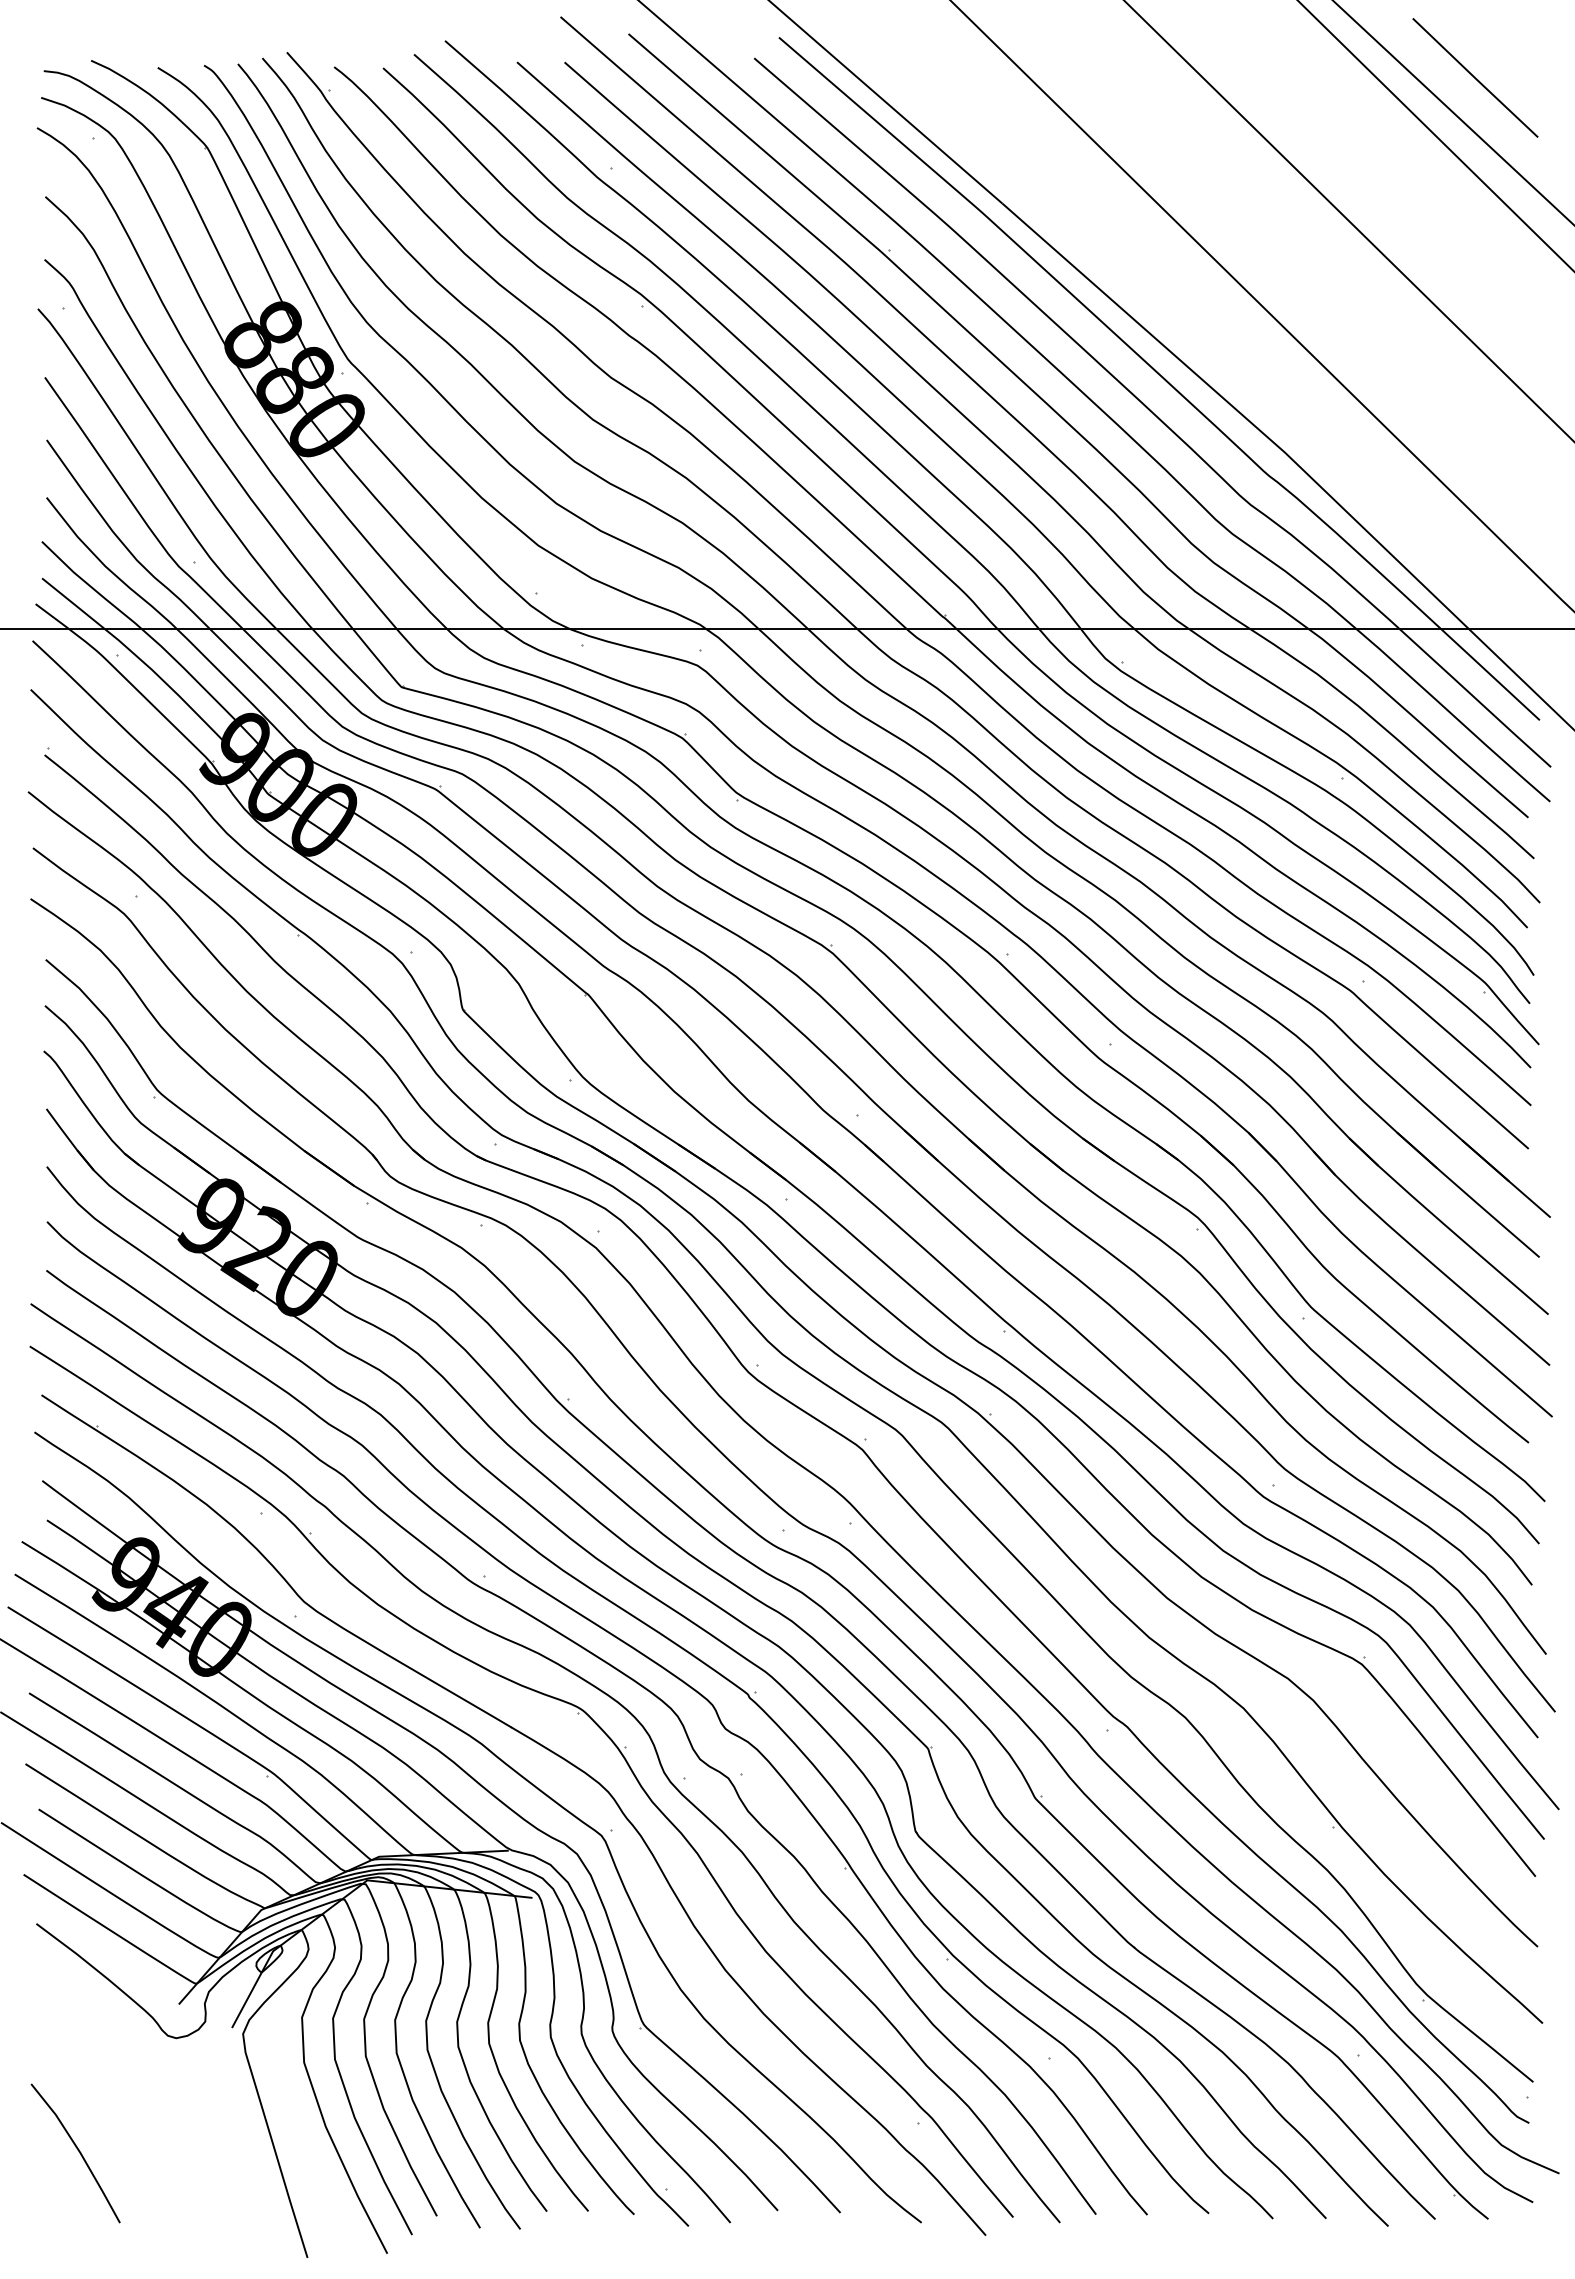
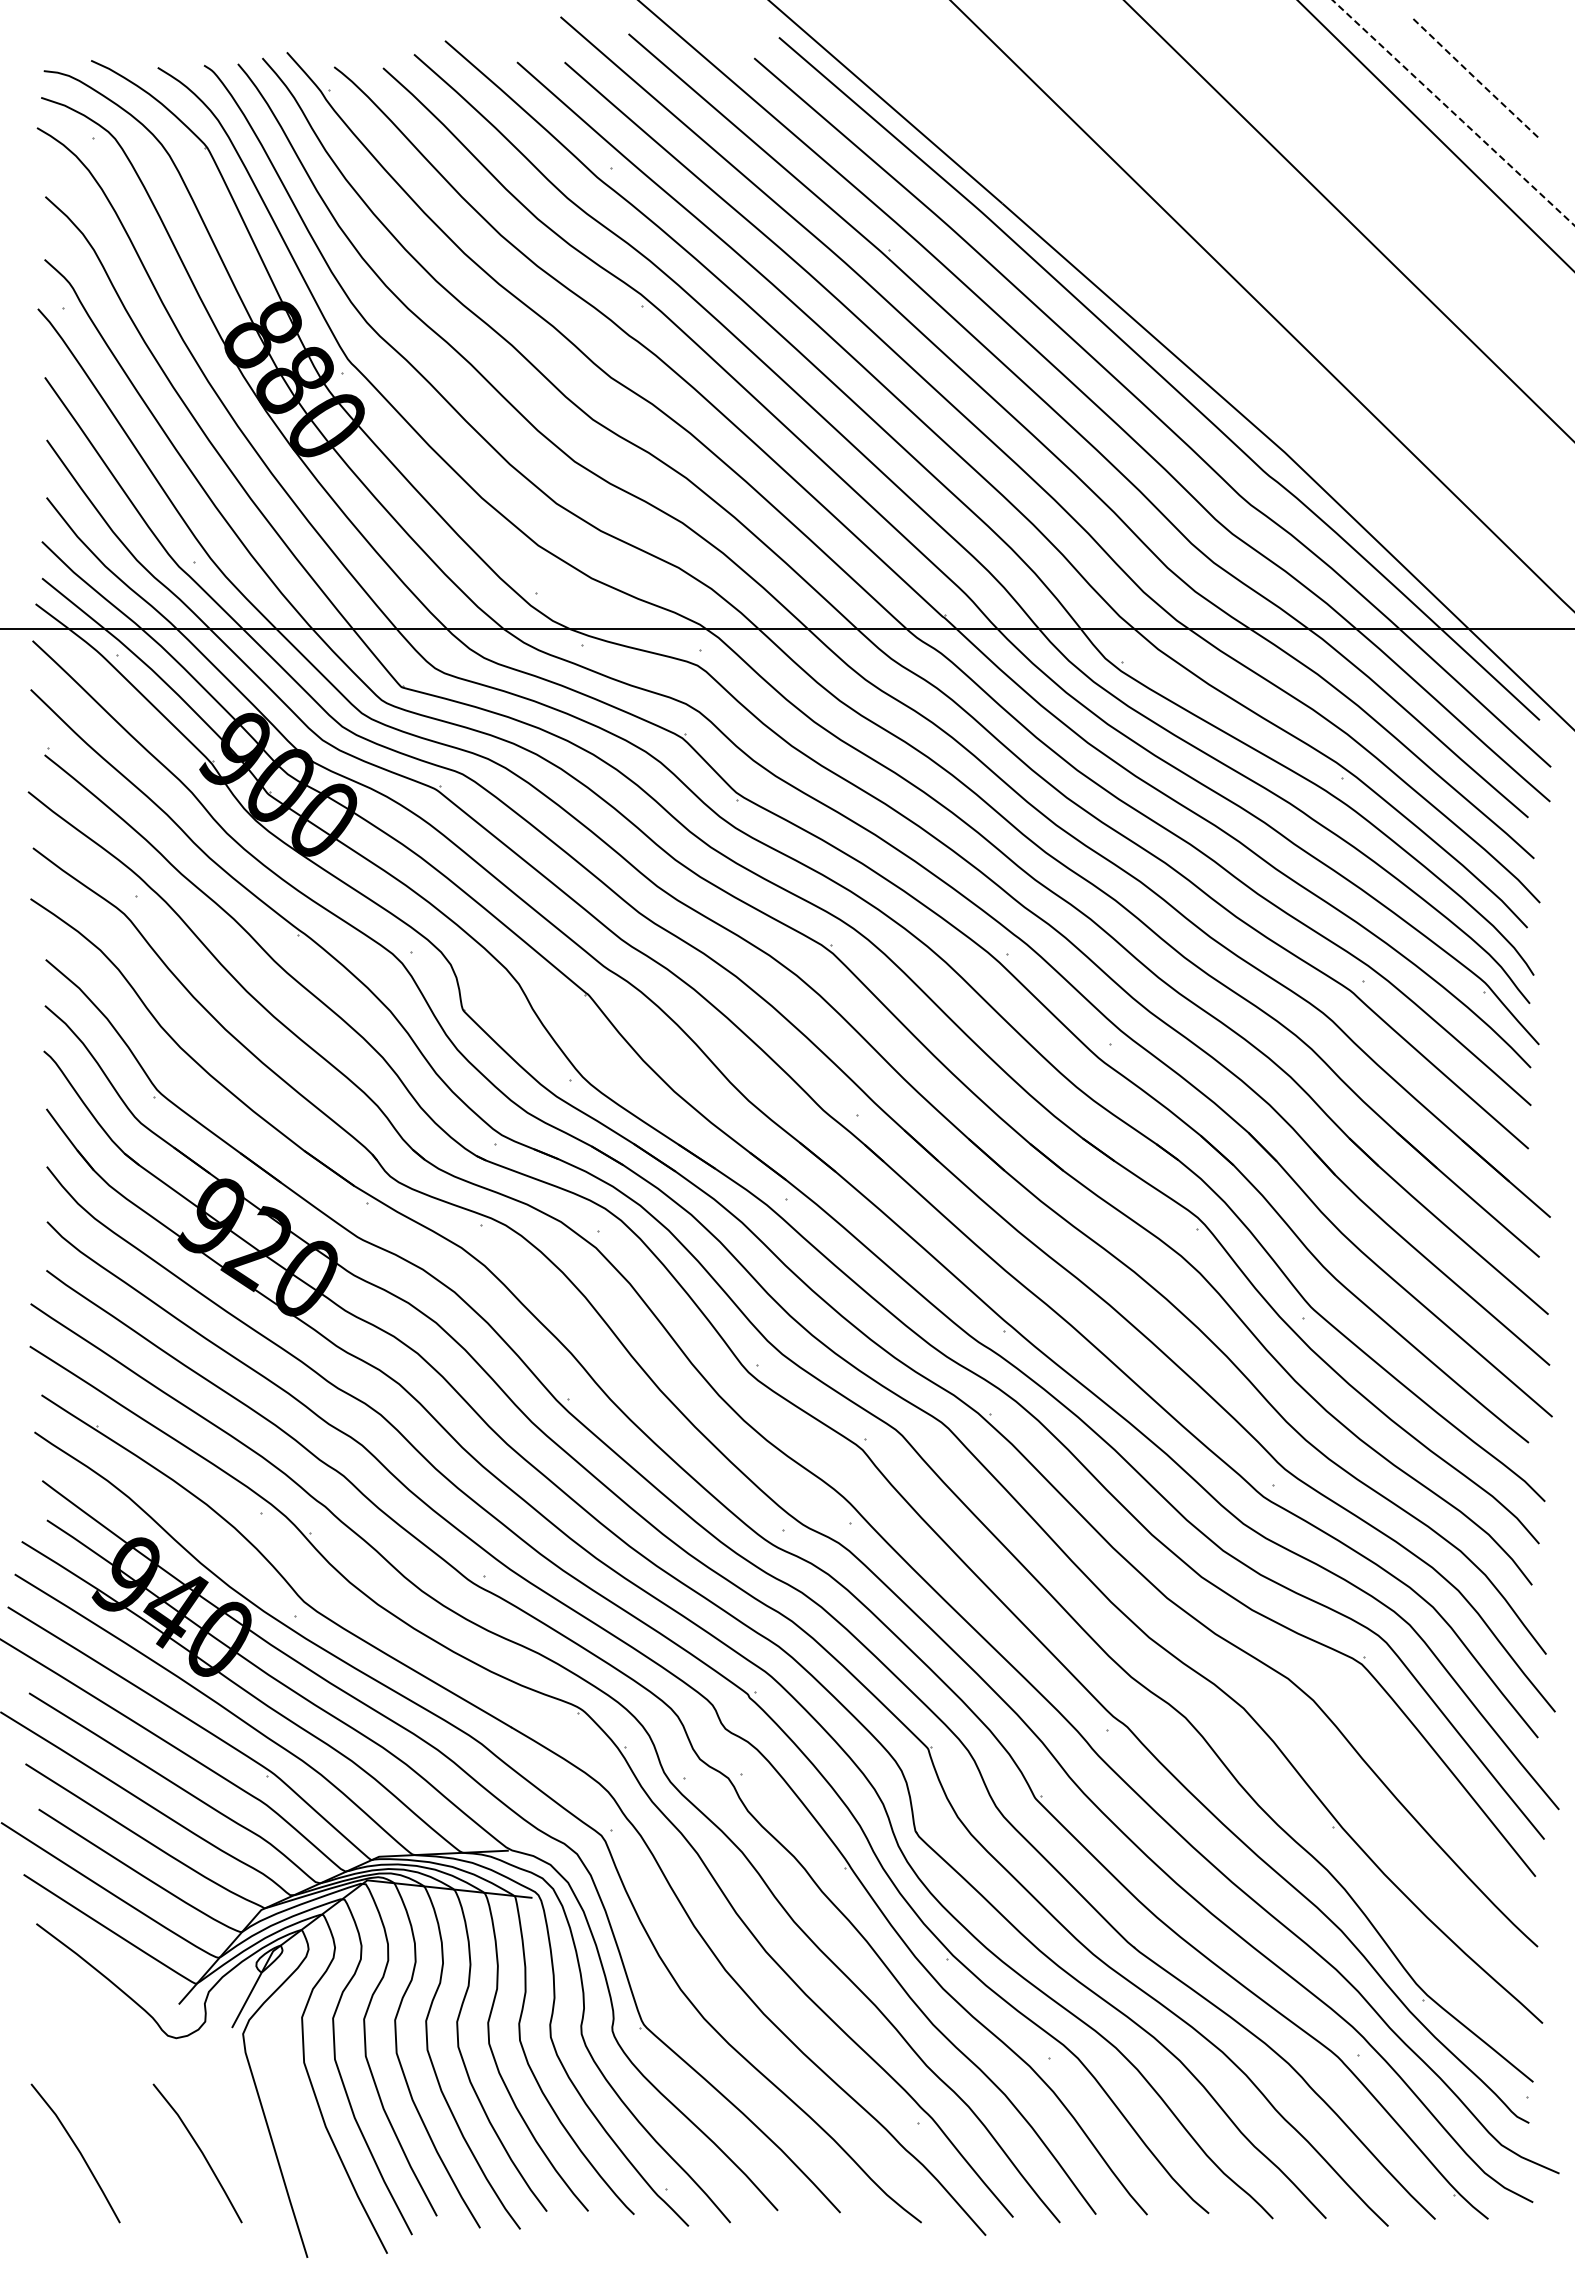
line at (1475, 78): solid -> dashed
line at (1454, 113): solid -> dashed
line at (199, 2150): none -> present
